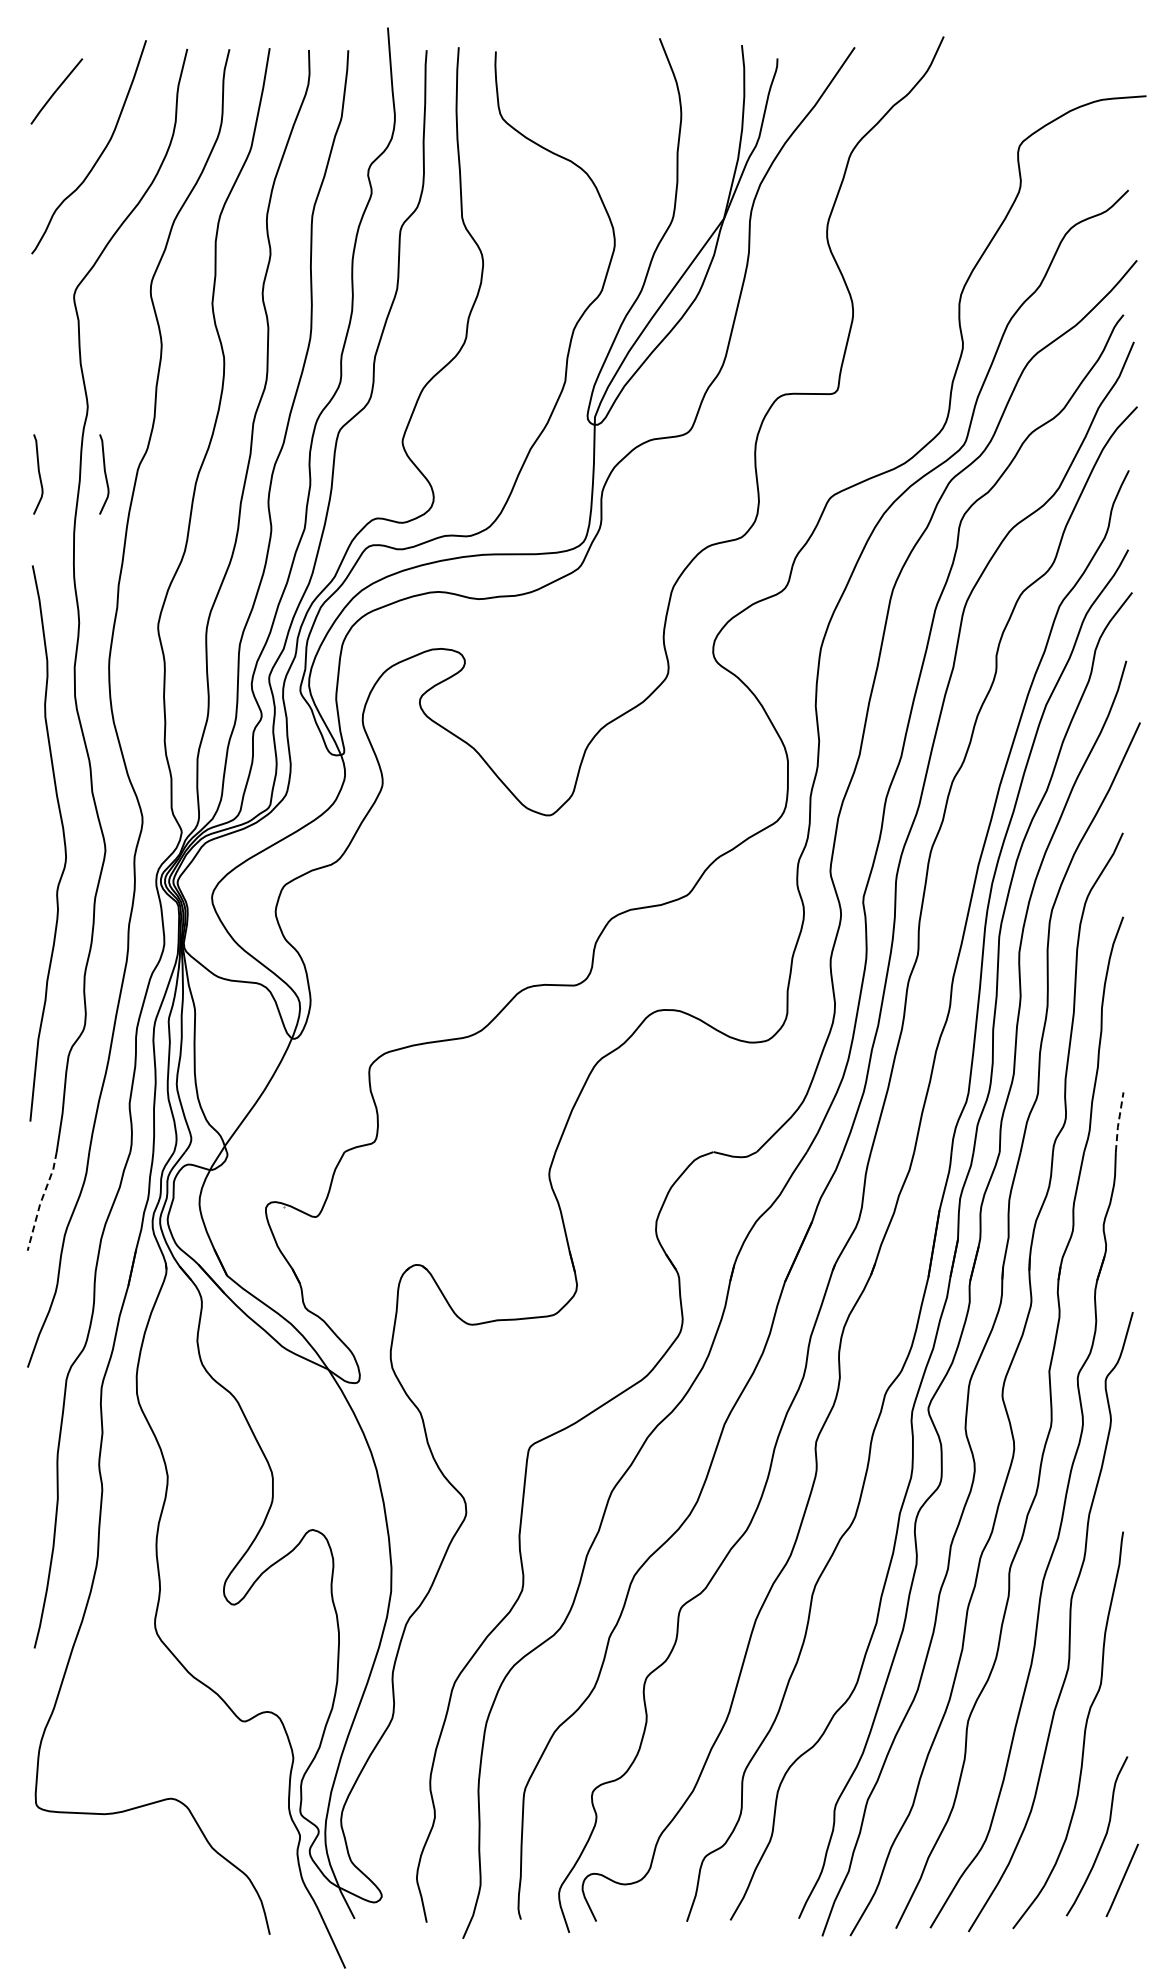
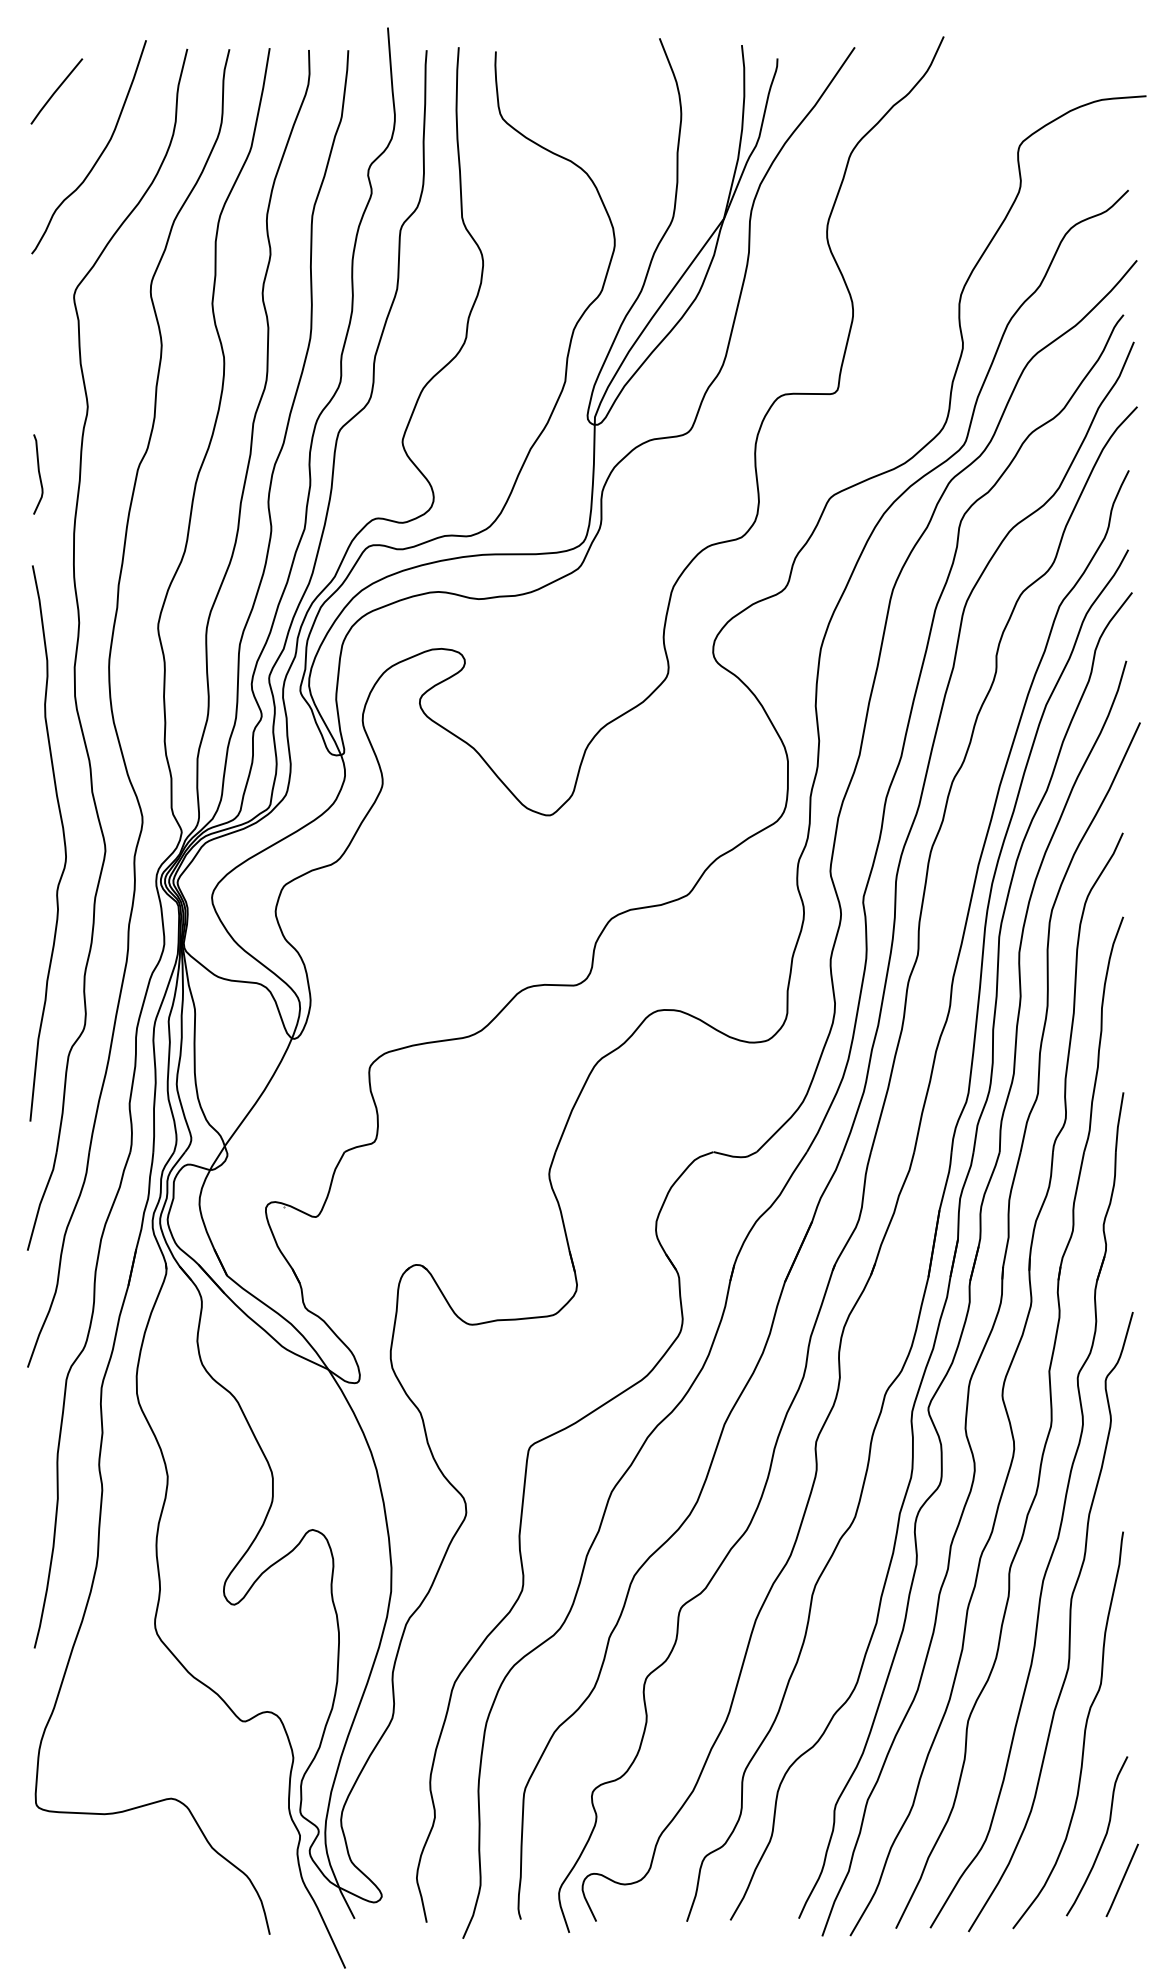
curve at (104, 474): present -> none
line at (1118, 1122): dashed -> solid
line at (41, 1200): dashed -> solid
